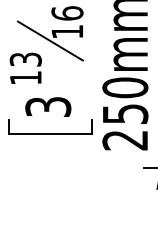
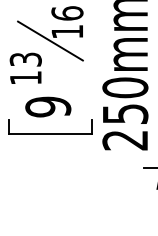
text at (48, 106): 3 -> 9
